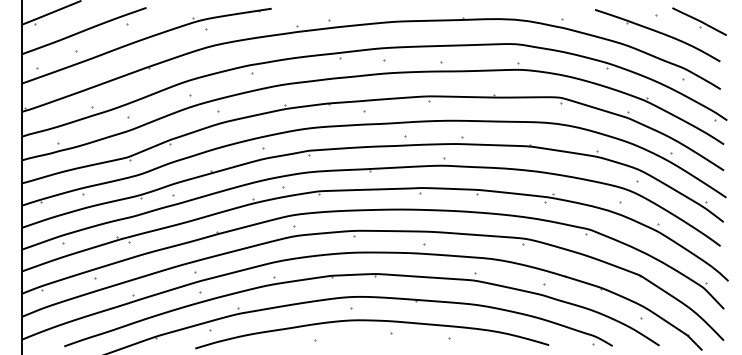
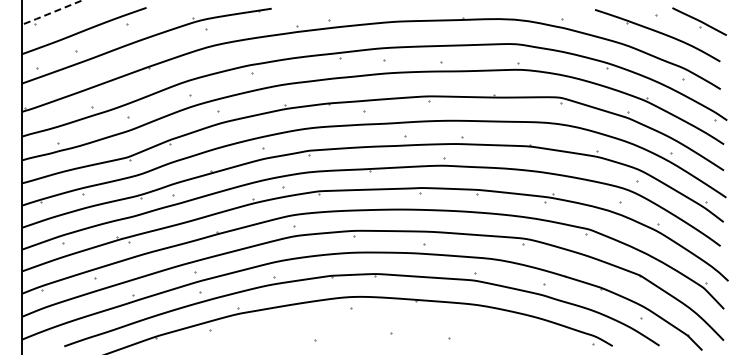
line at (50, 13): solid -> dashed
curve at (372, 321): present -> none
